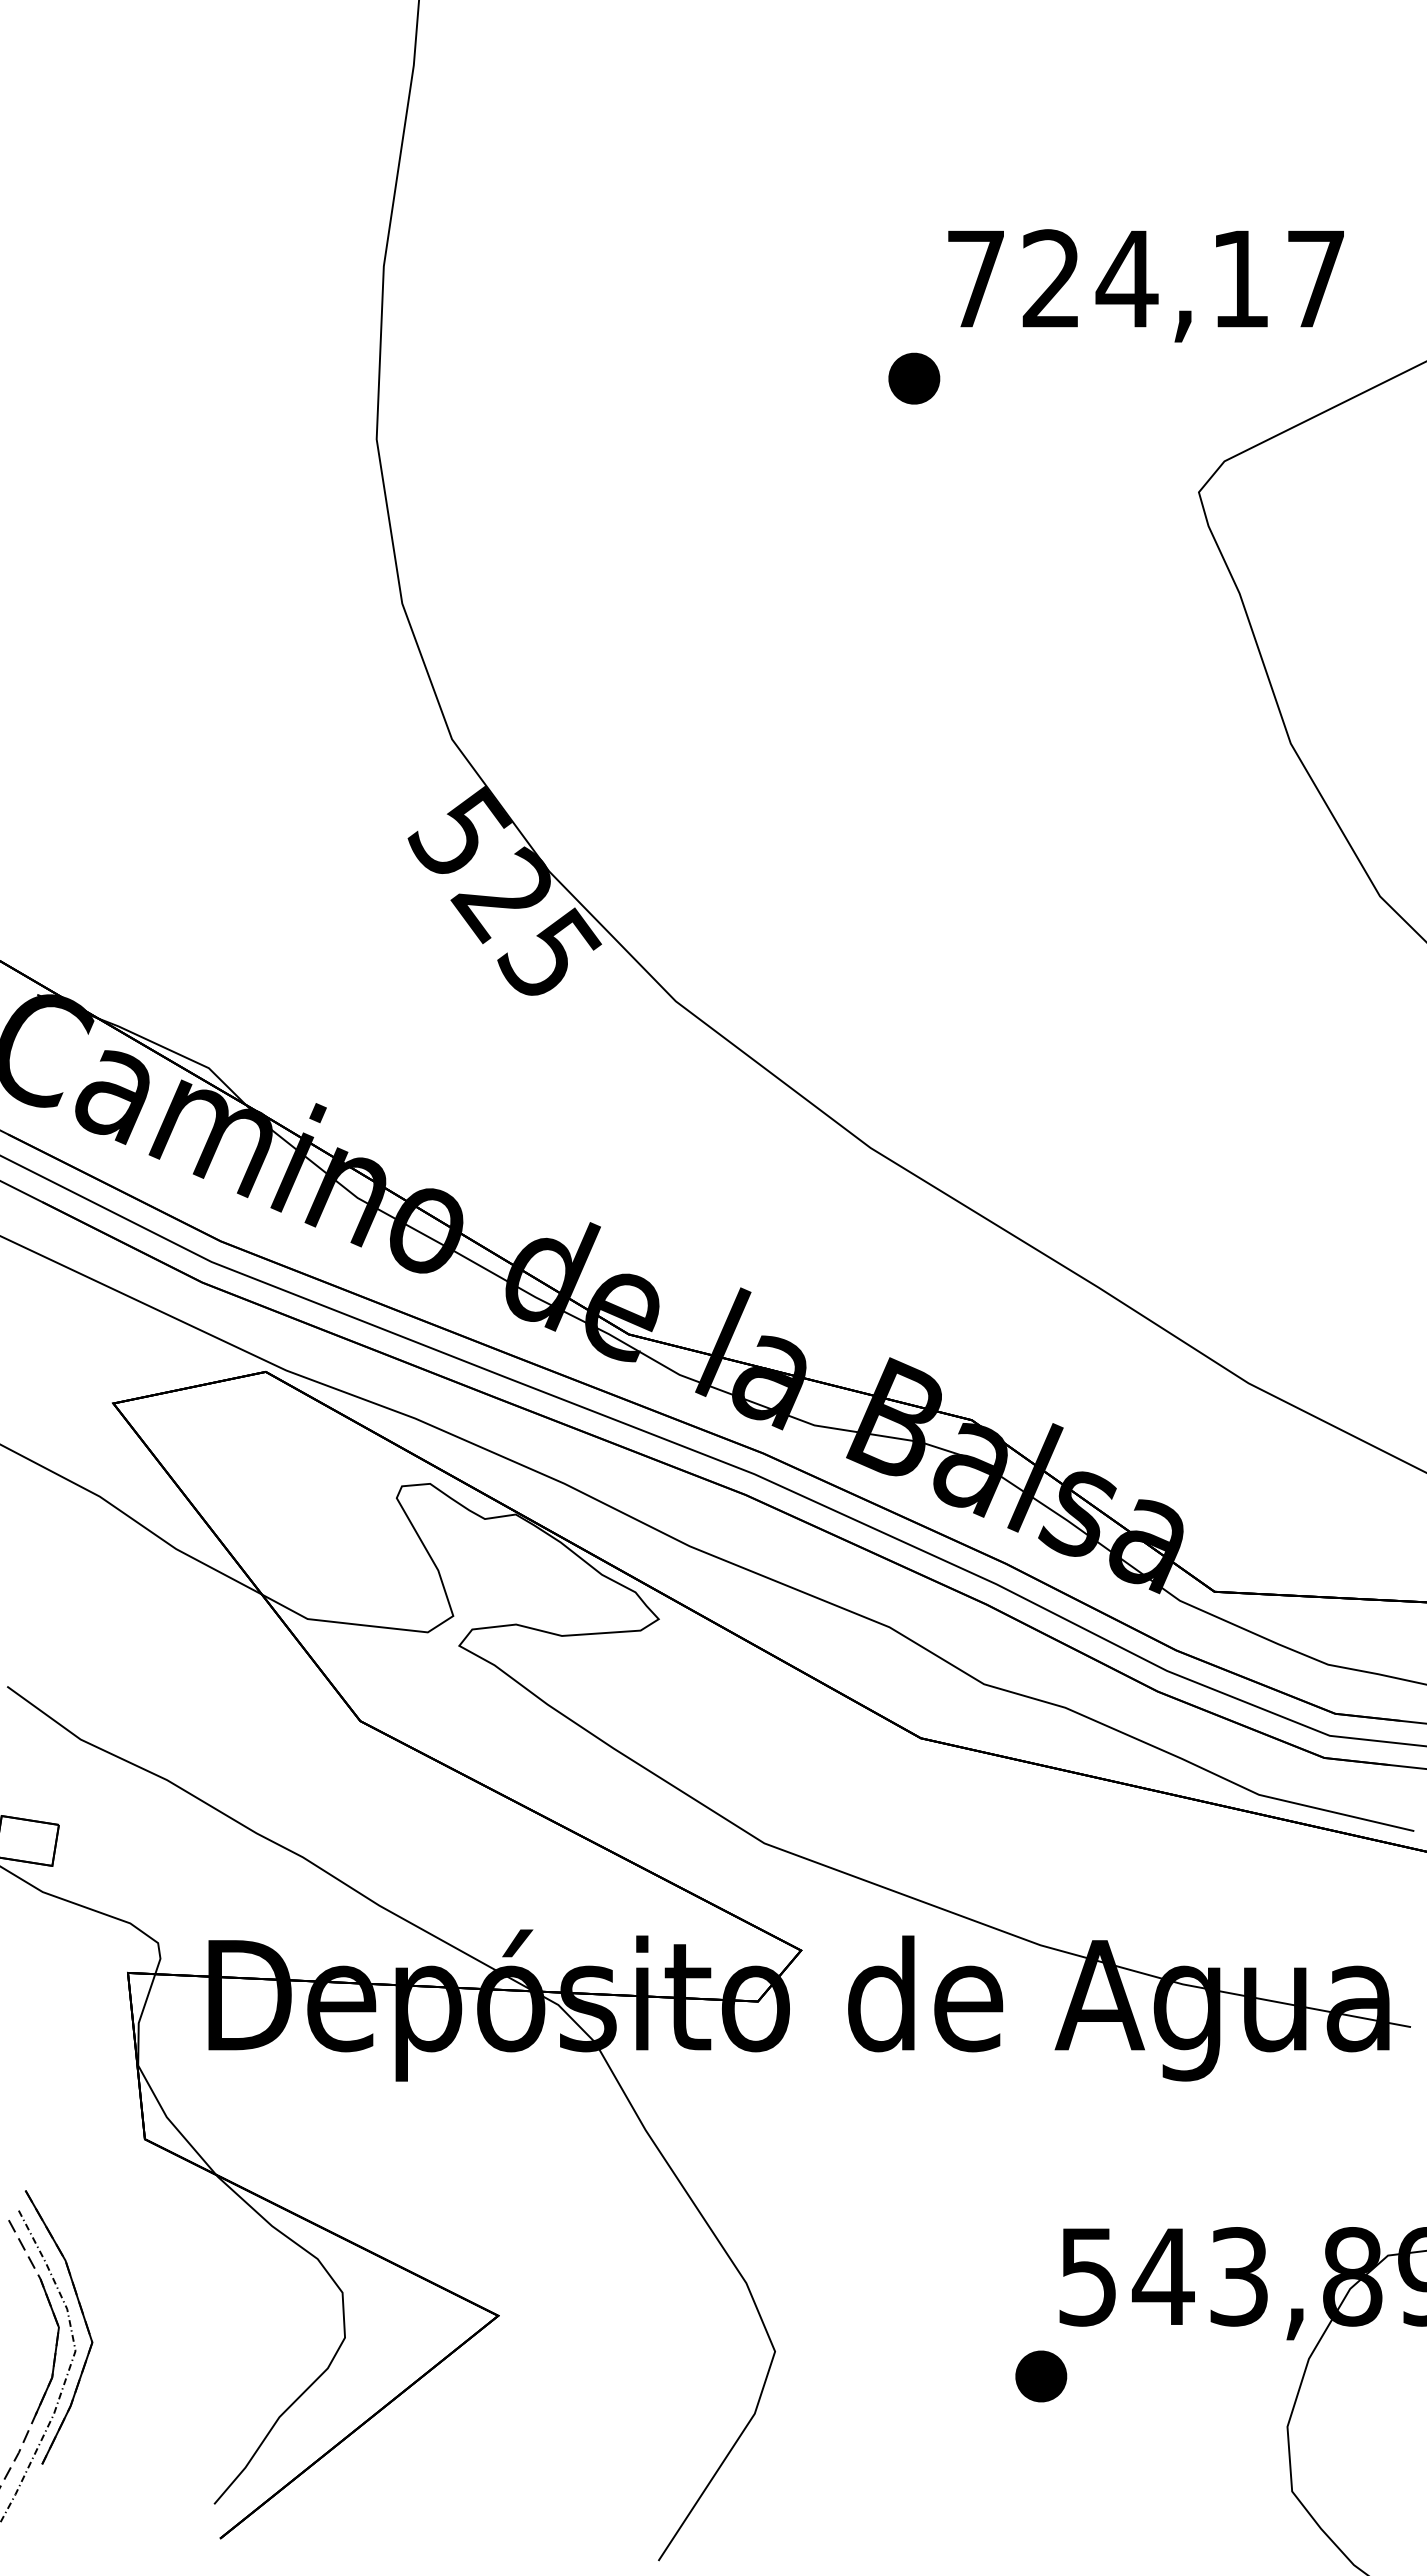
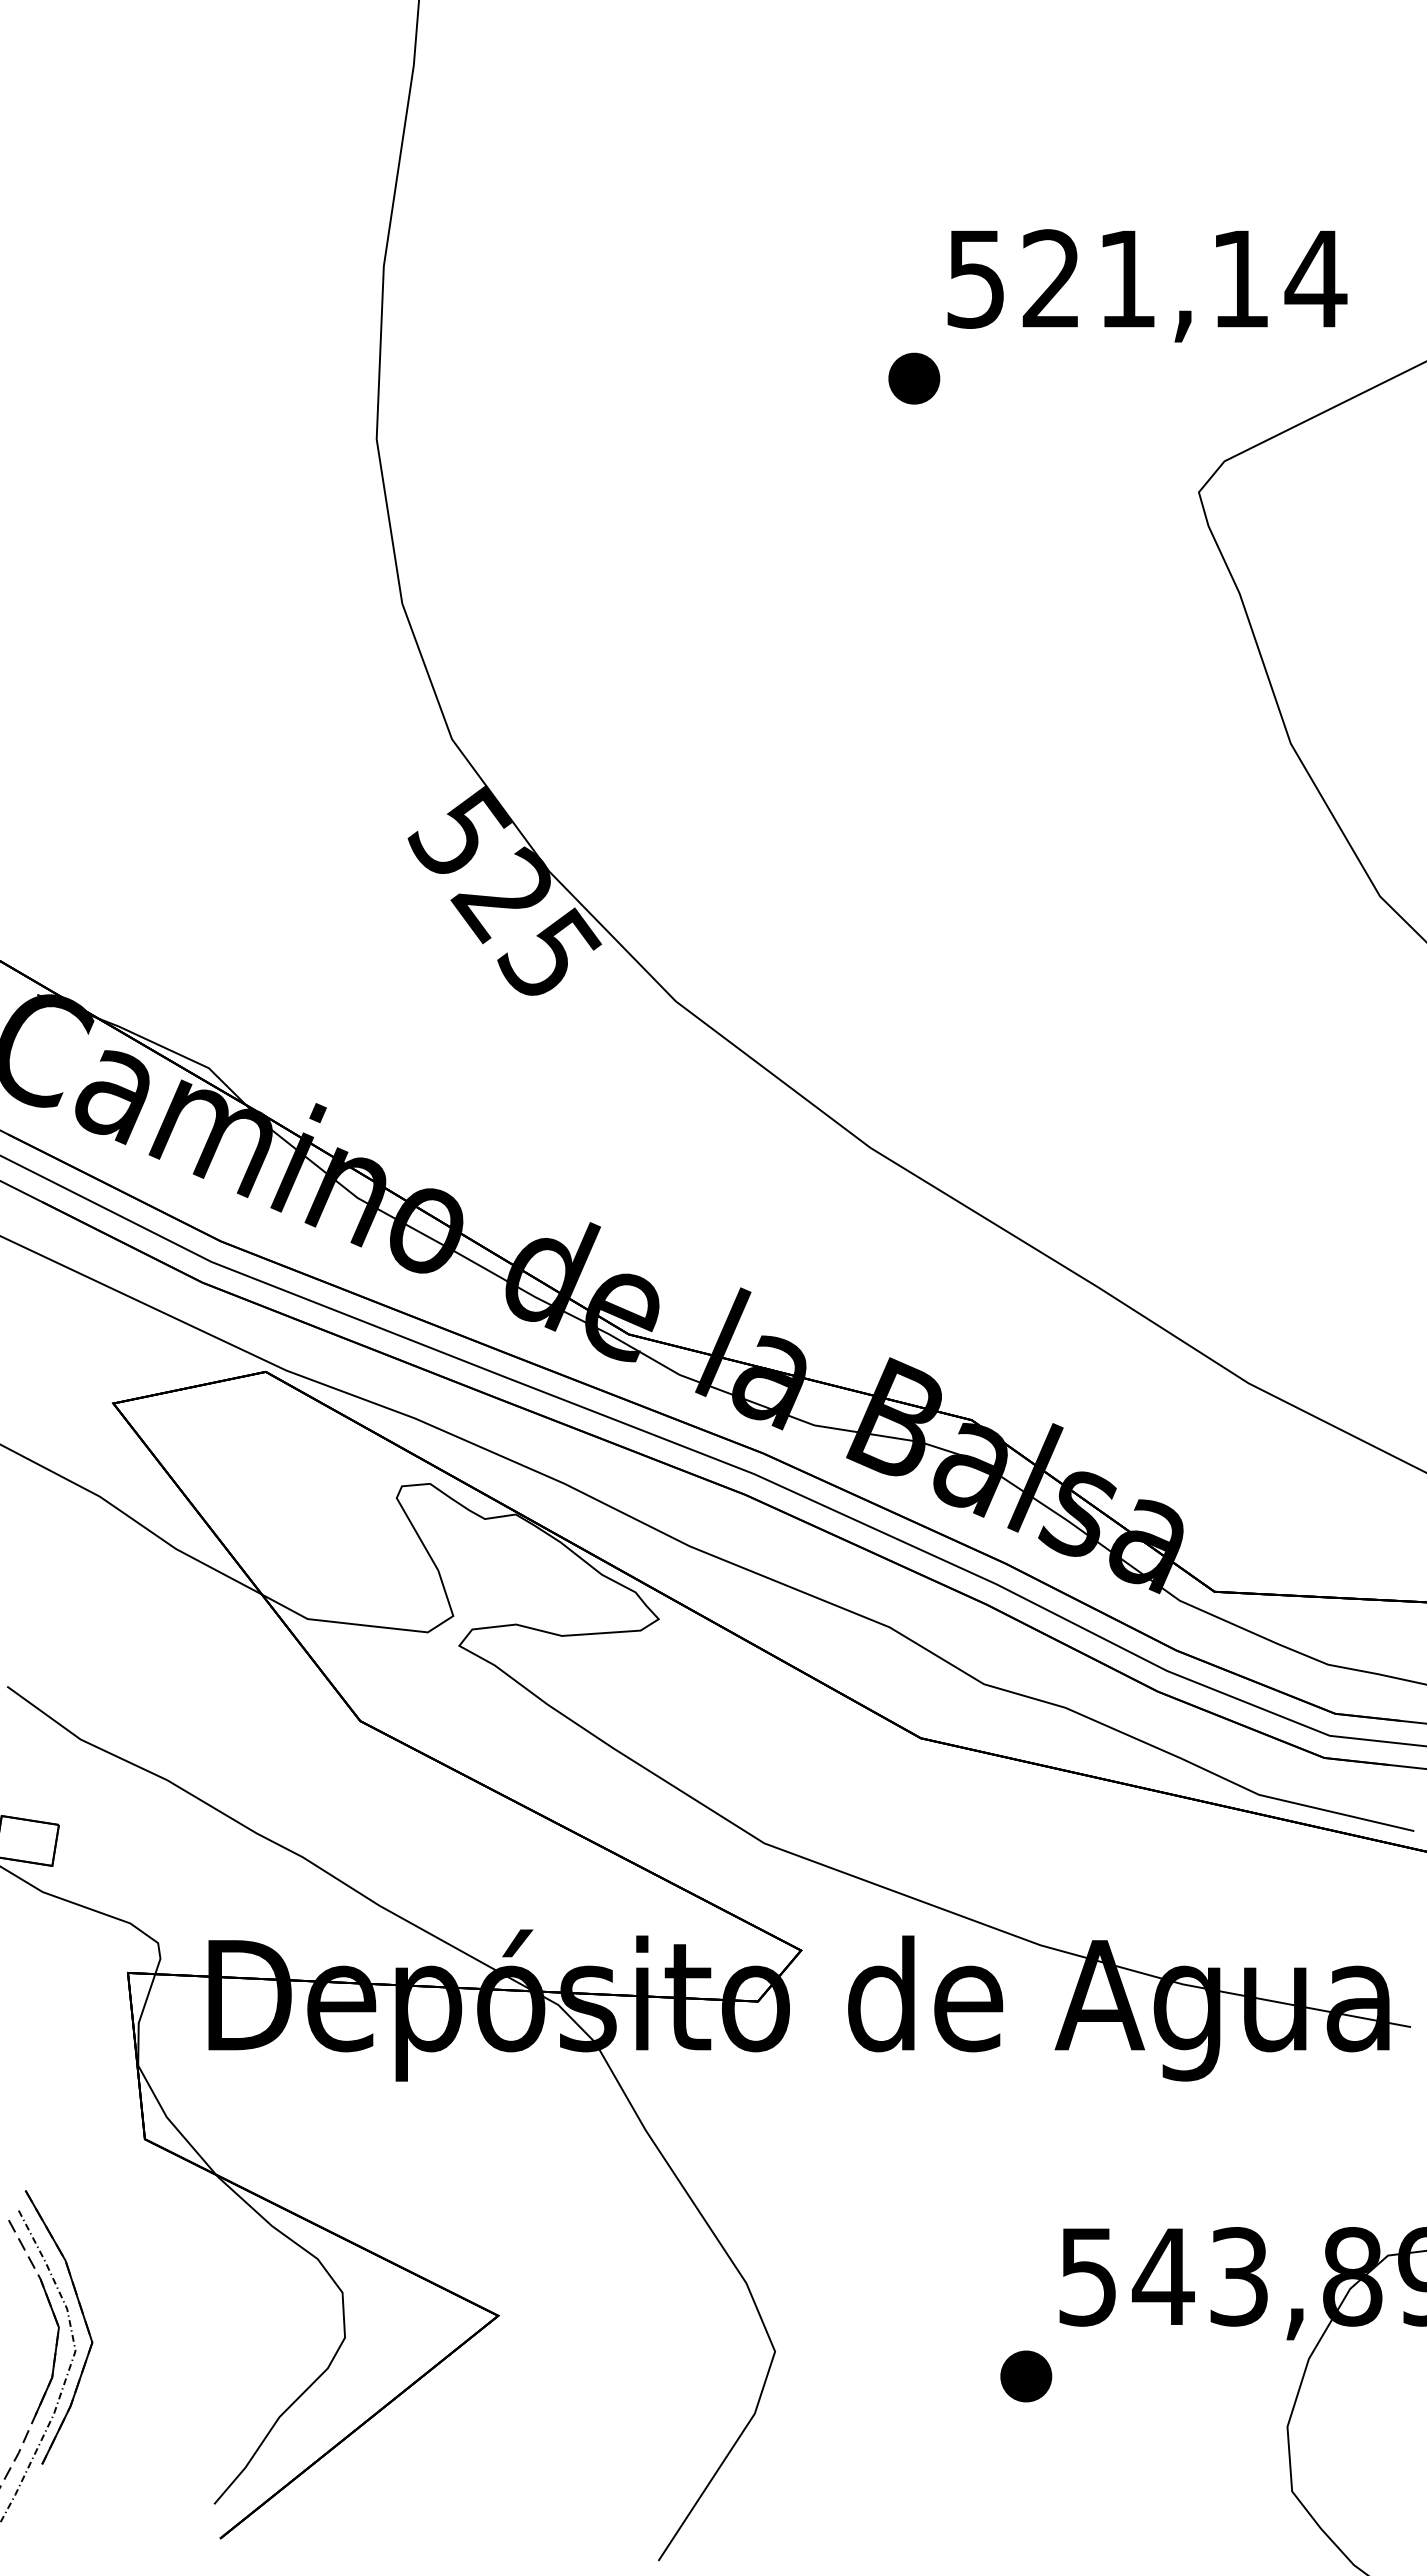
text at (1147, 279): 724,17 -> 521,14
part at (1041, 2376) position: (1041, 2376) -> (1026, 2376)
